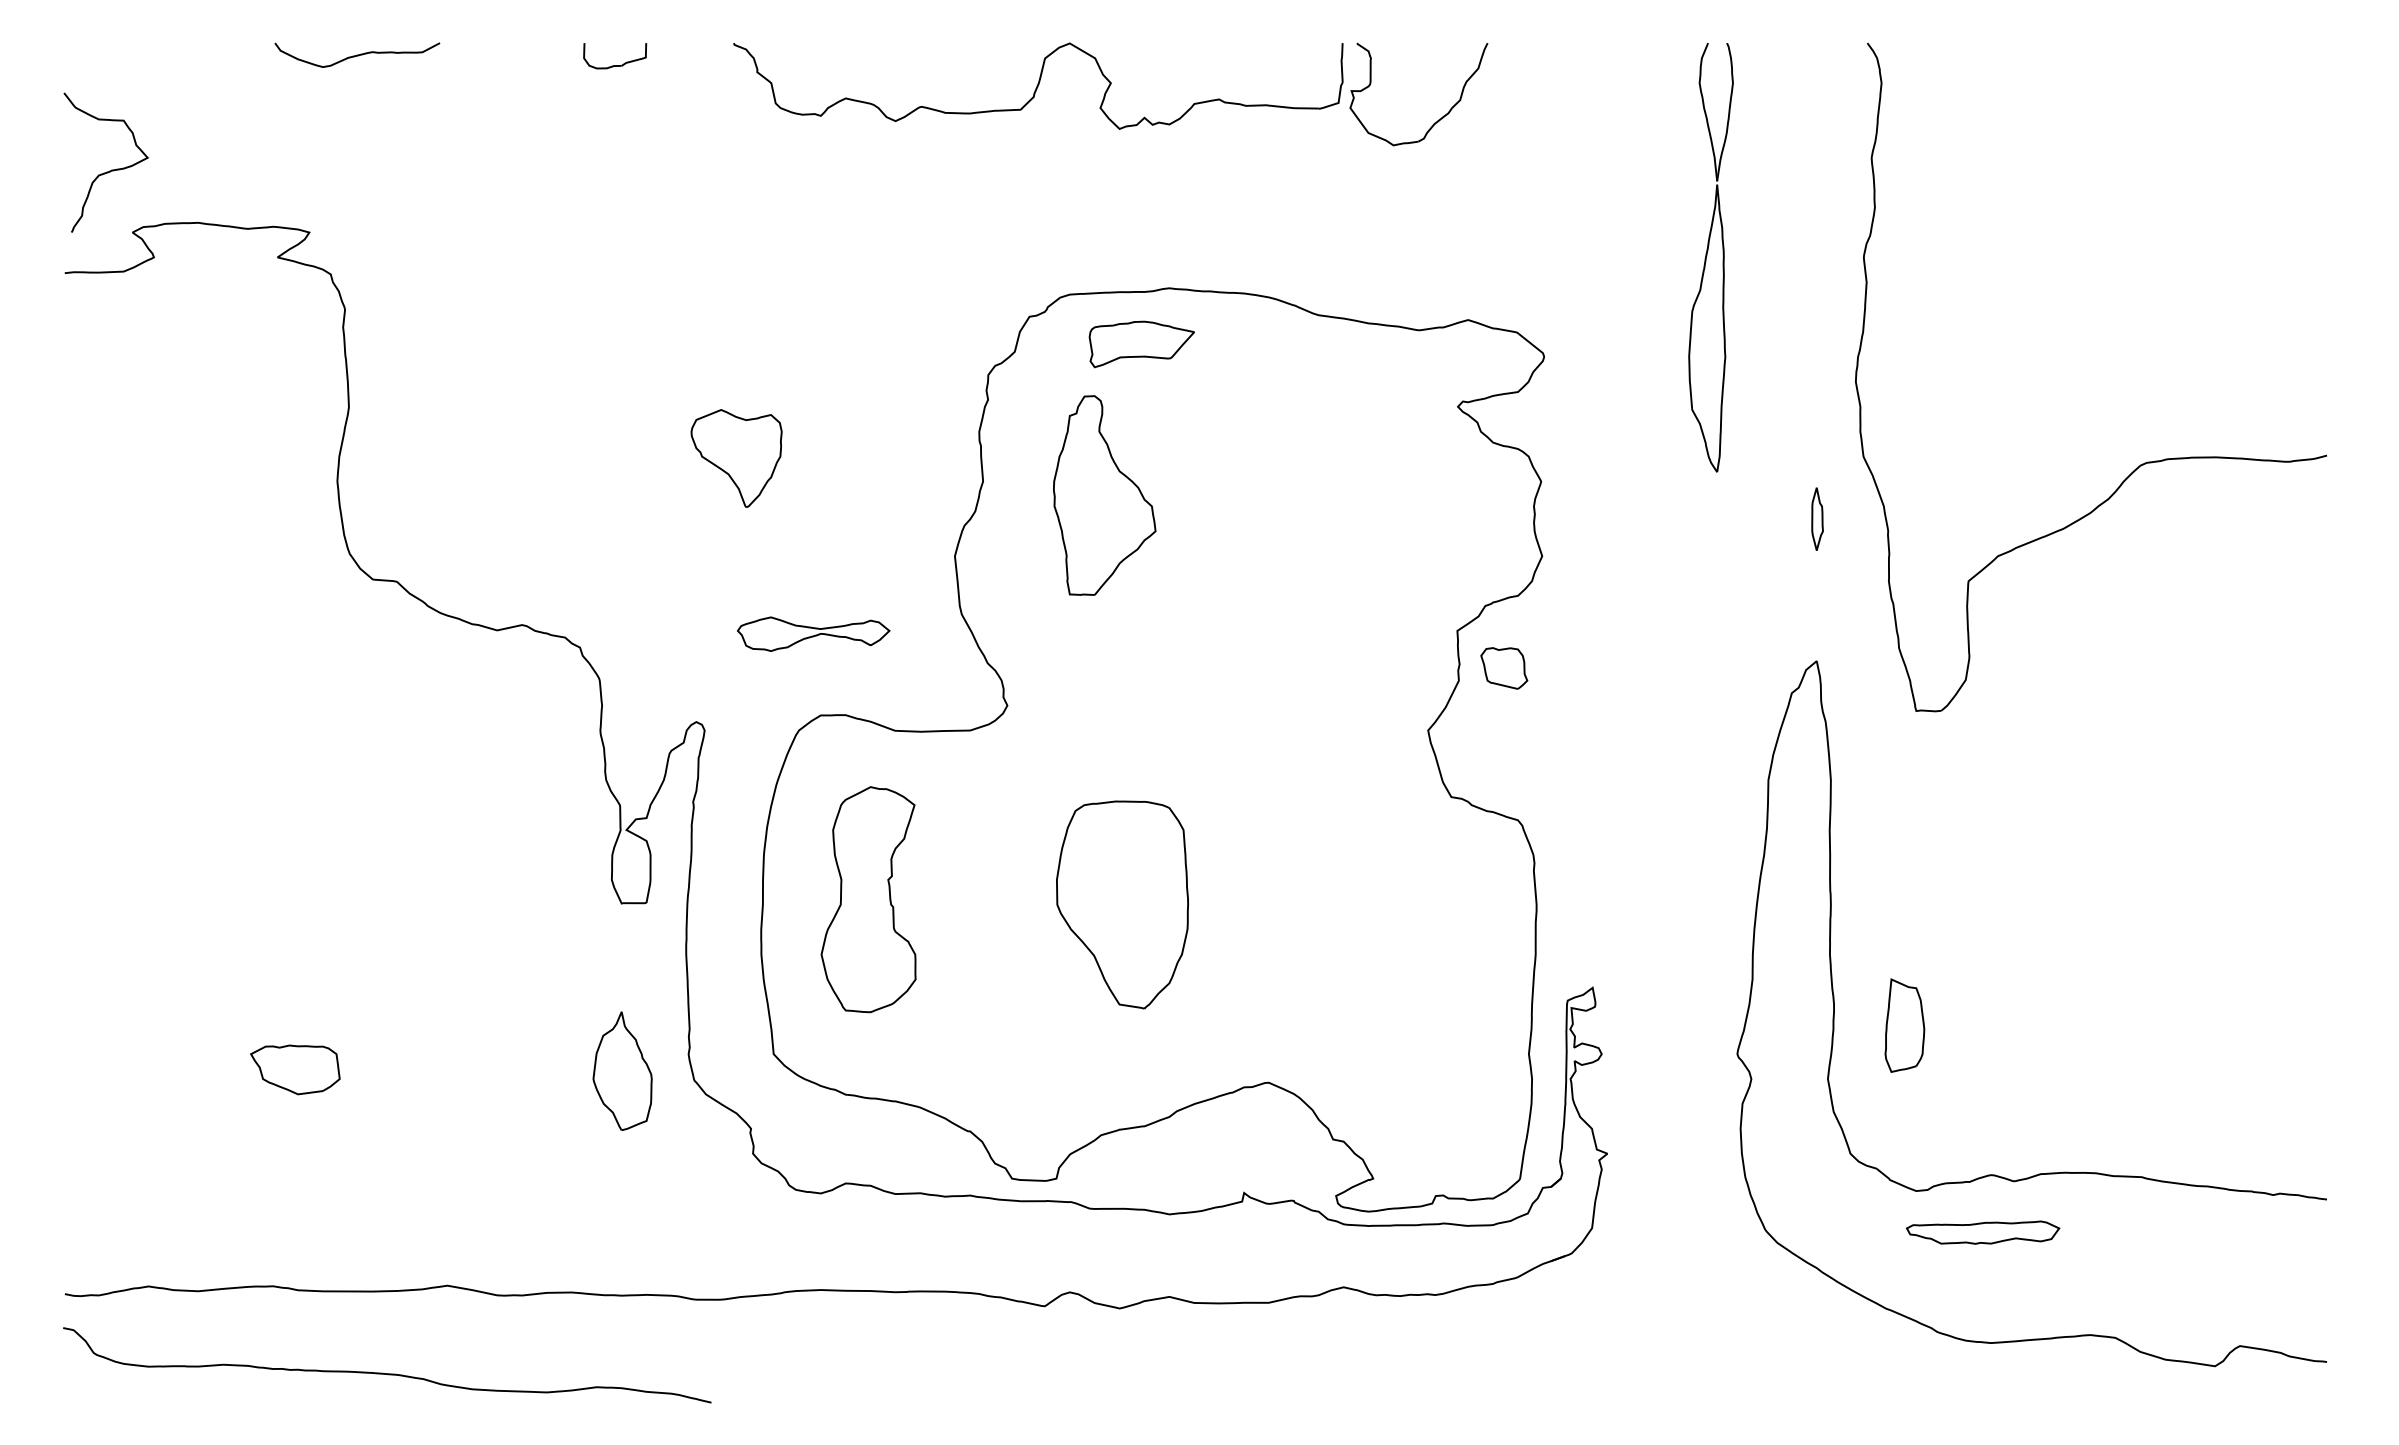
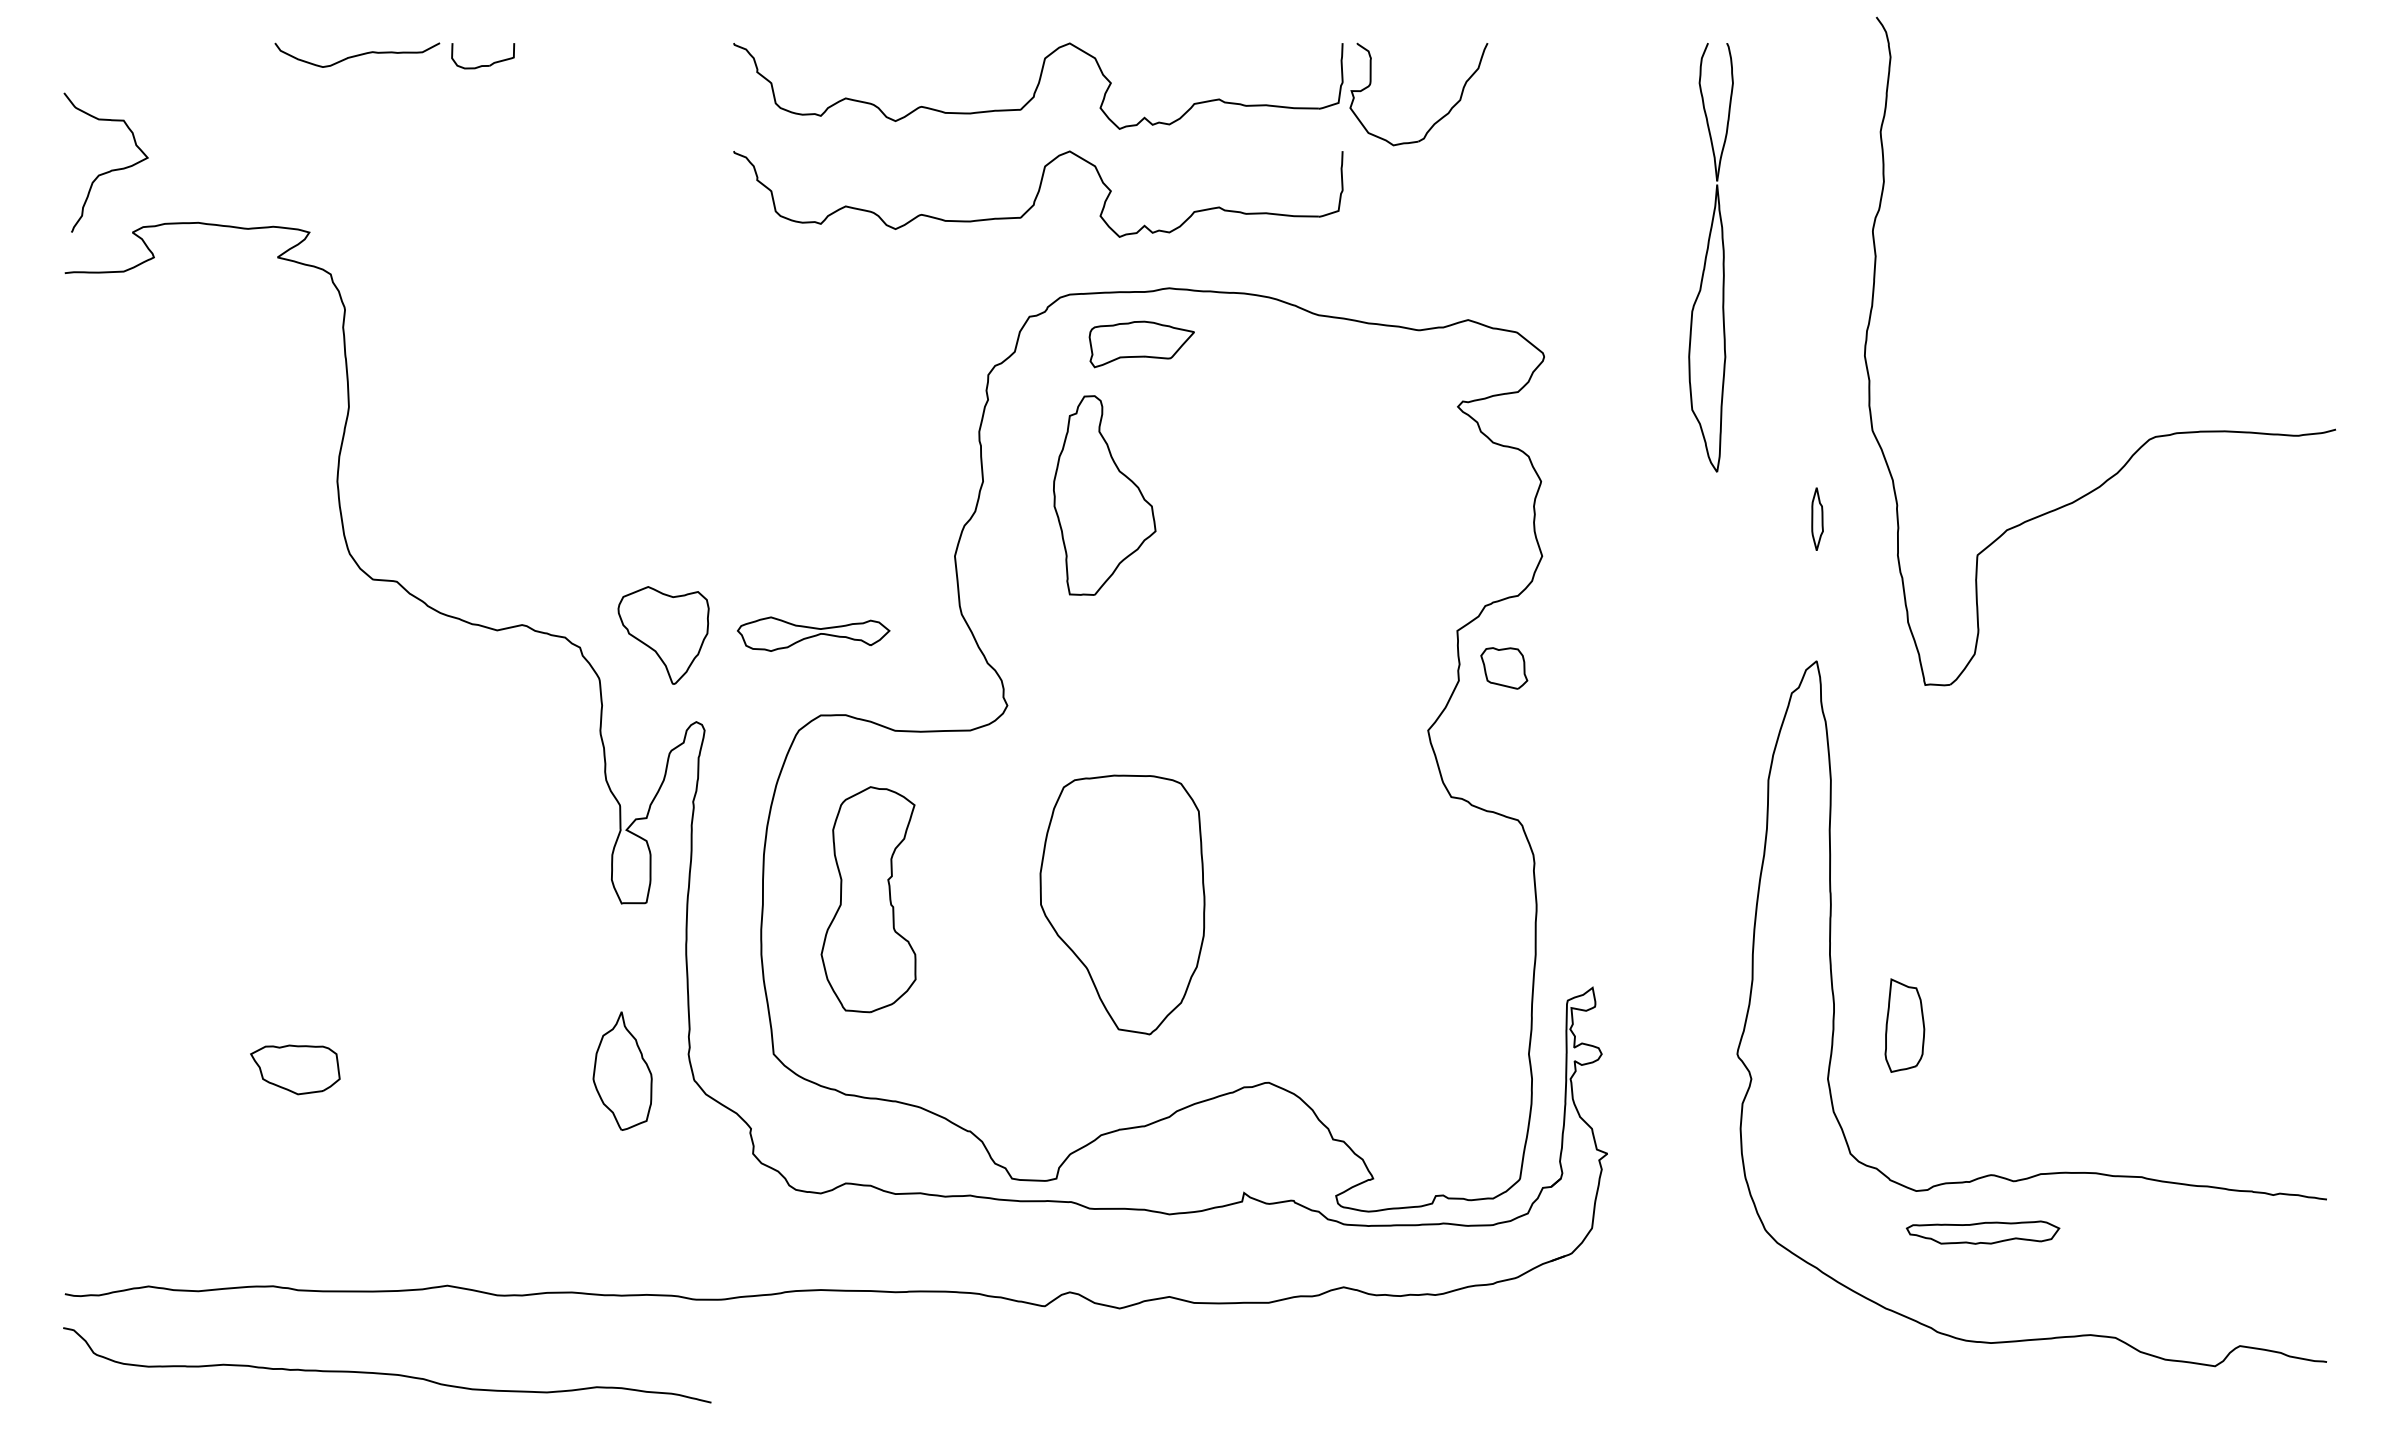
part at (615, 65) position: (615, 65) -> (483, 65)
part at (1038, 193): none -> present
part at (736, 458) position: (736, 458) -> (663, 635)
part at (2140, 464) position: (2140, 464) -> (2149, 438)
part at (1122, 904) size: 133x210 px -> 167x262 px
